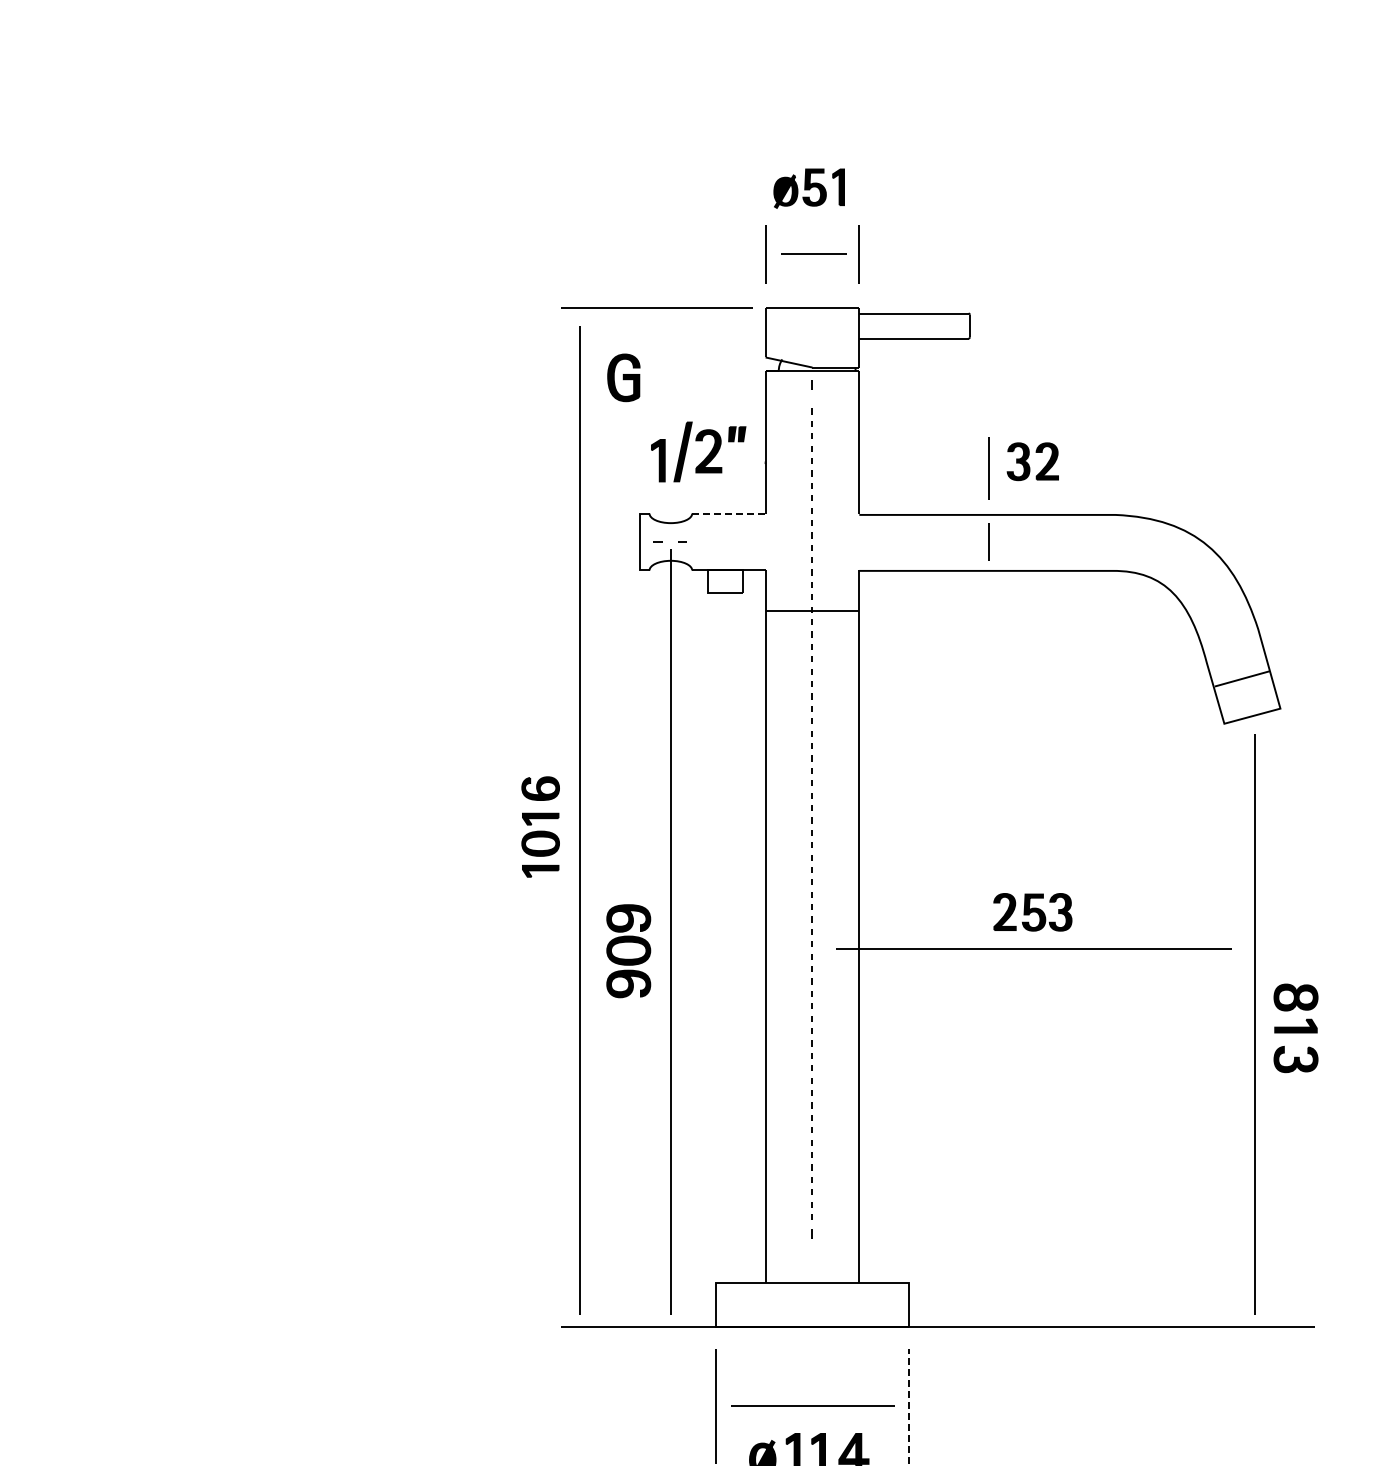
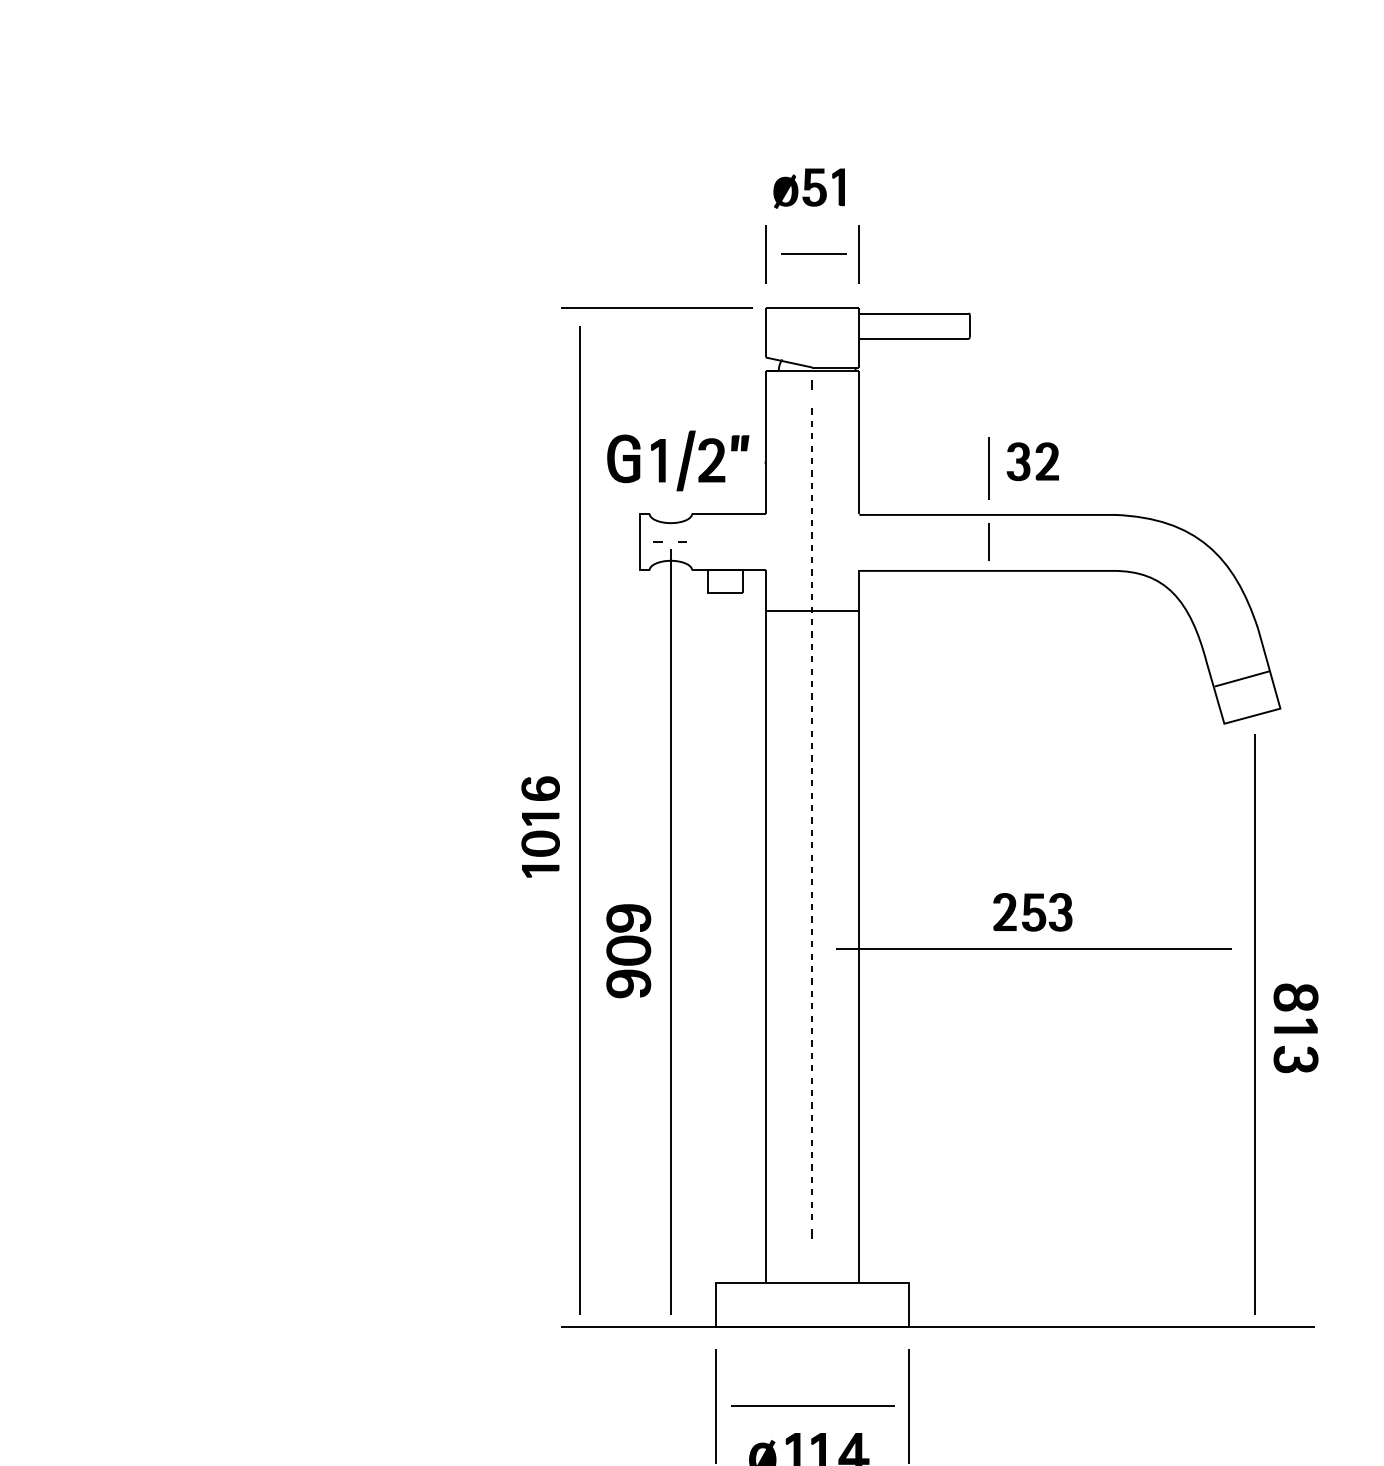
part at (623, 377) position: (623, 377) -> (623, 458)
part at (709, 451) position: (709, 451) -> (712, 460)
line at (728, 513): dashed -> solid
line at (909, 1405): dashed -> solid
